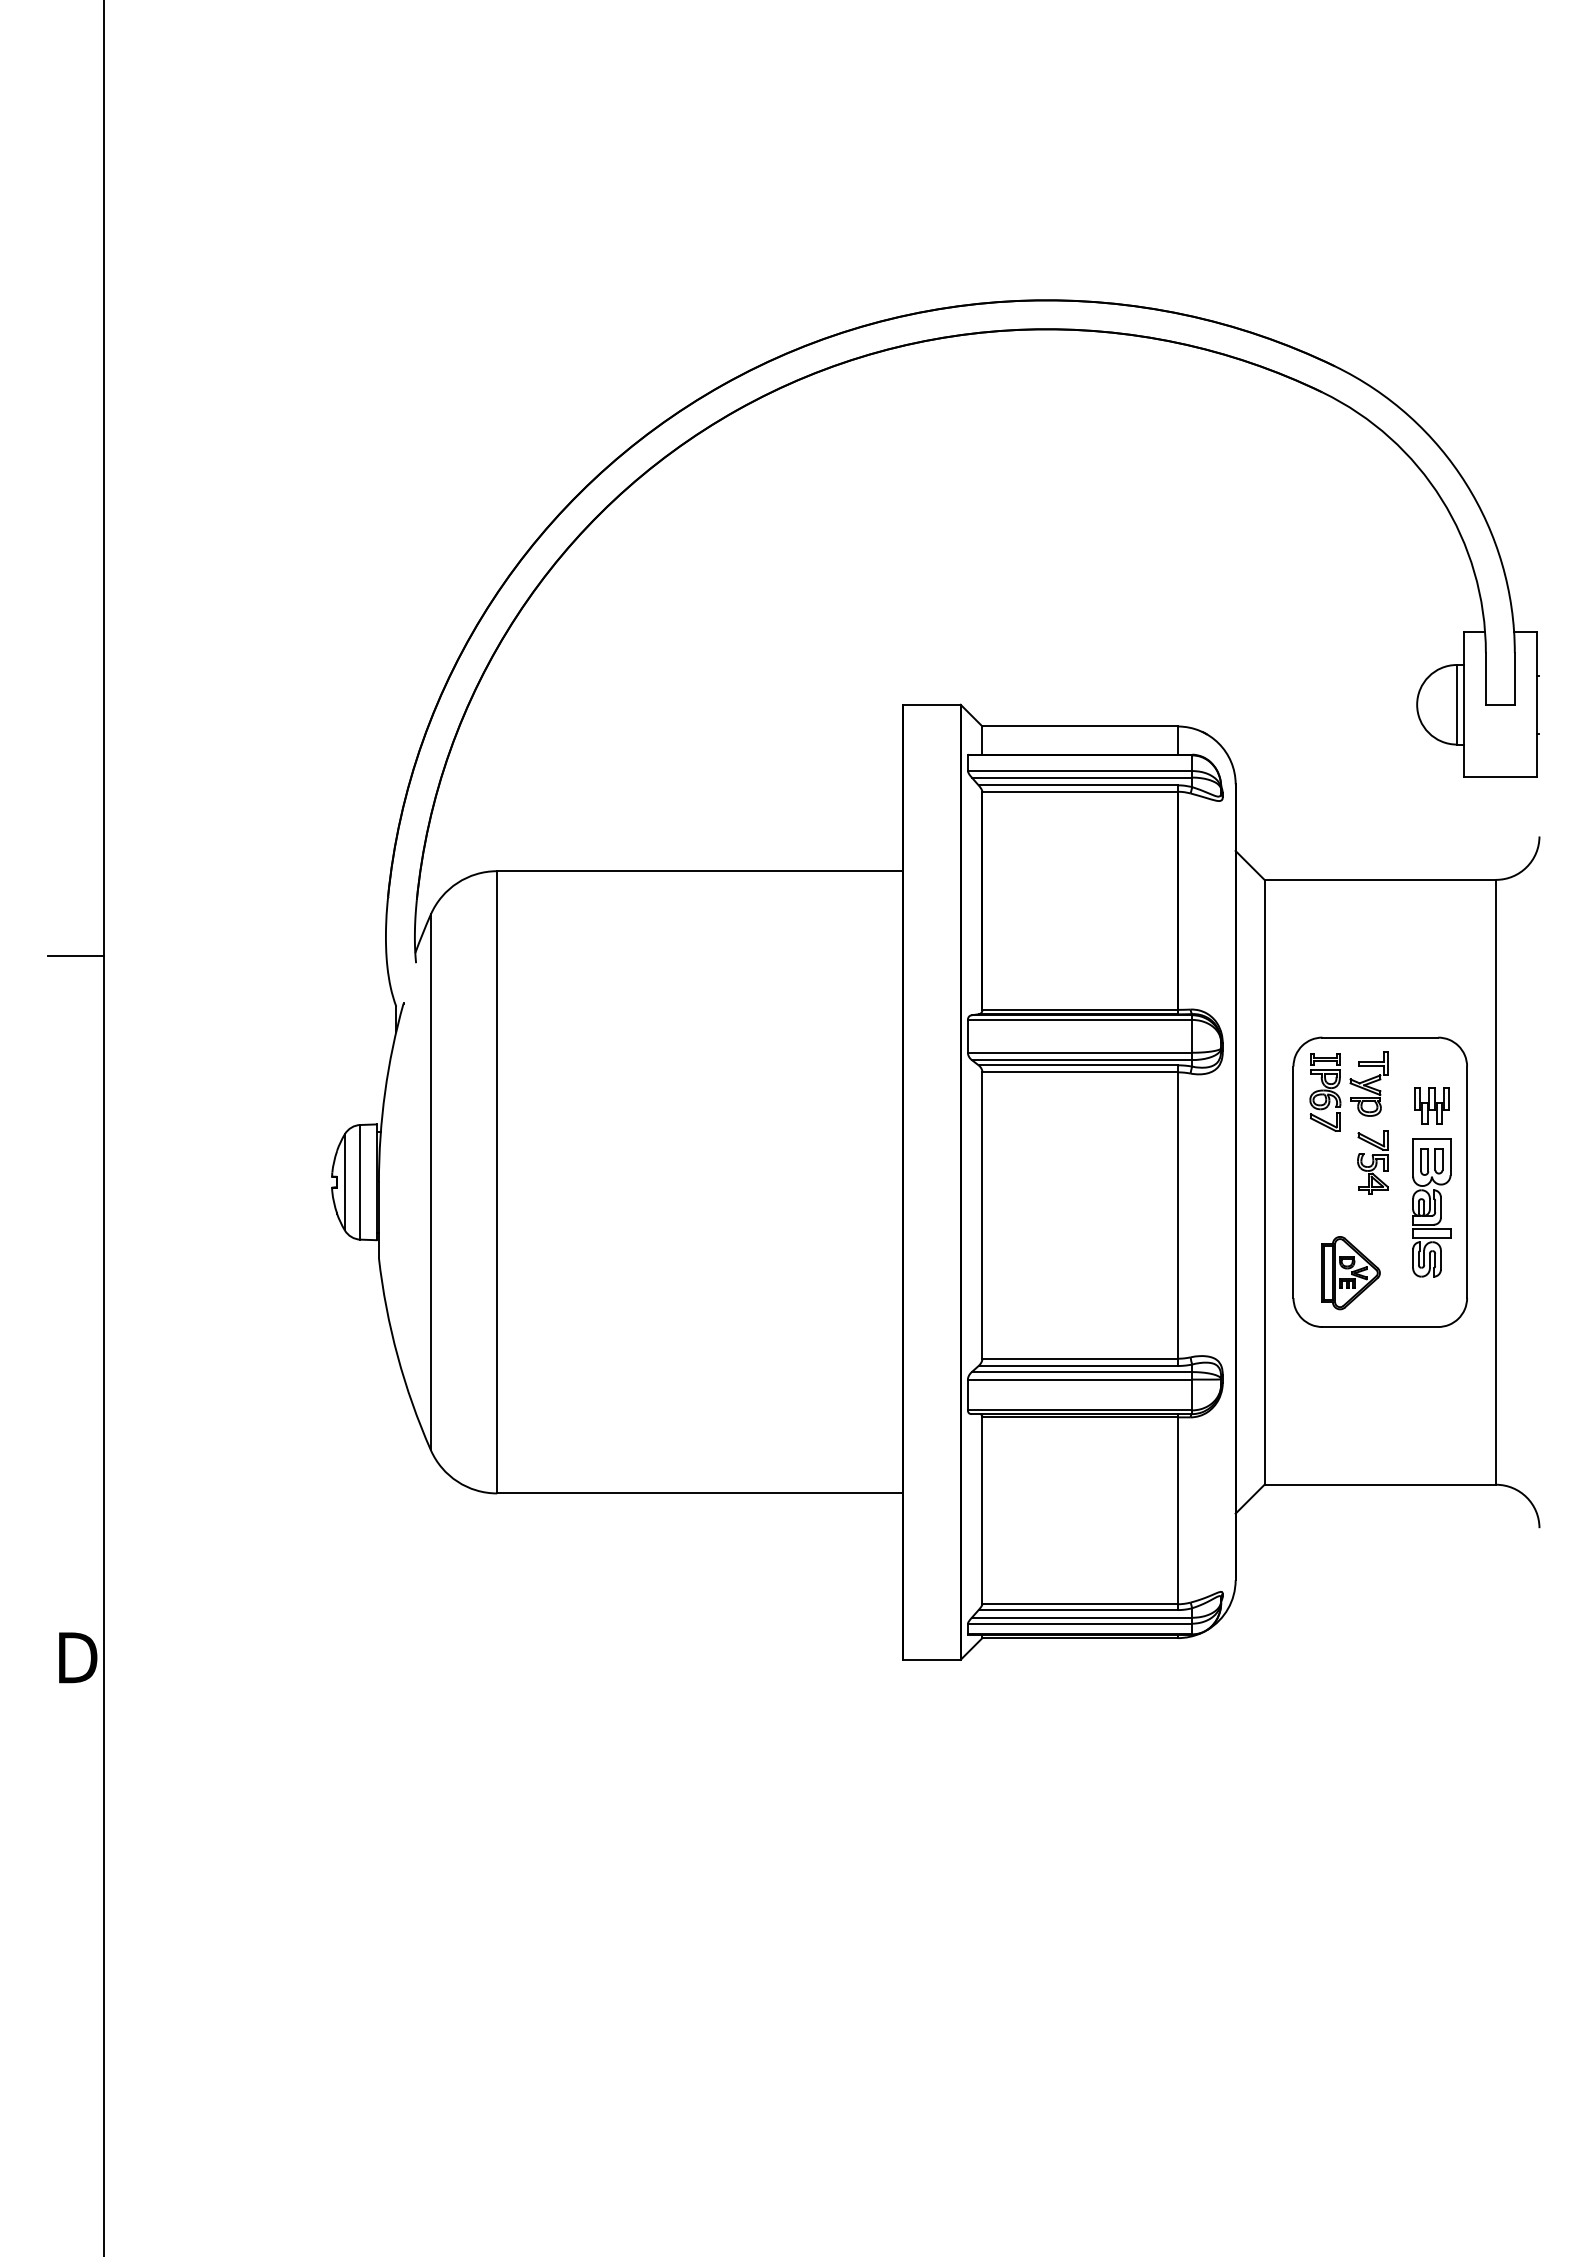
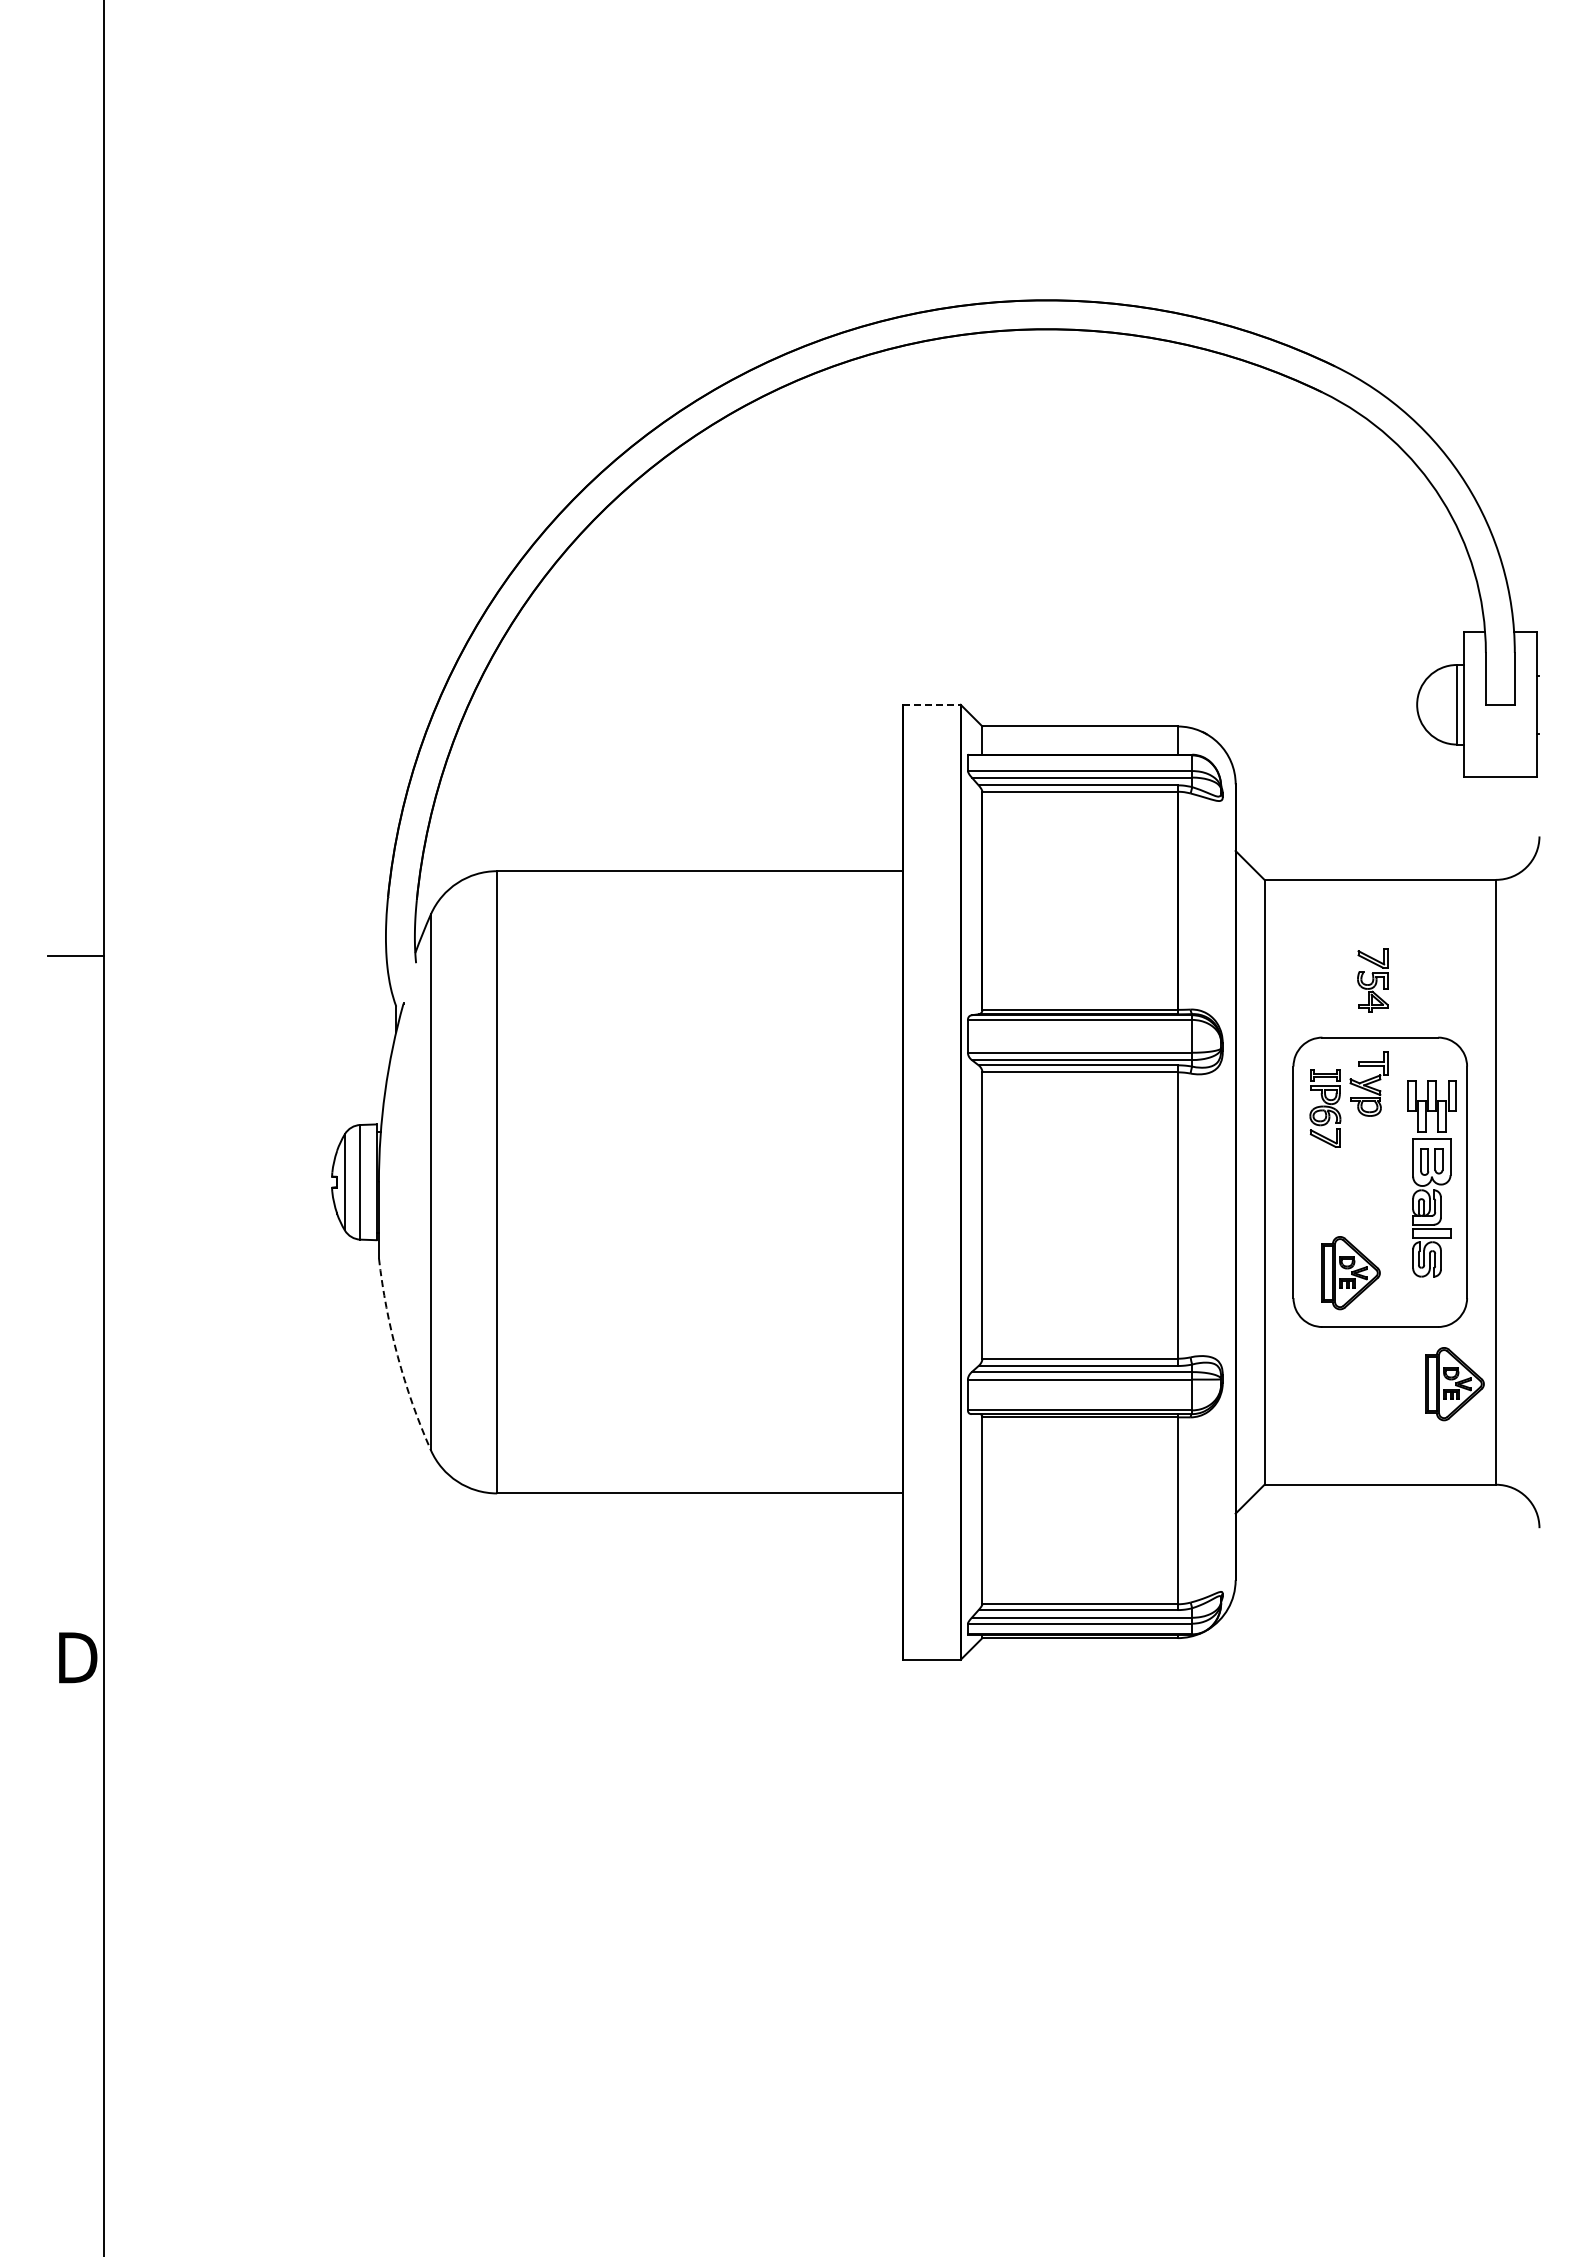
line at (931, 704): solid -> dashed
part at (1325, 1092) position: (1325, 1092) -> (1325, 1108)
part at (1431, 1105) size: 36x38 px -> 50x53 px
part at (1372, 1162) position: (1372, 1162) -> (1372, 980)
arc at (397, 1356): solid -> dashed
part at (1454, 1384): none -> present
